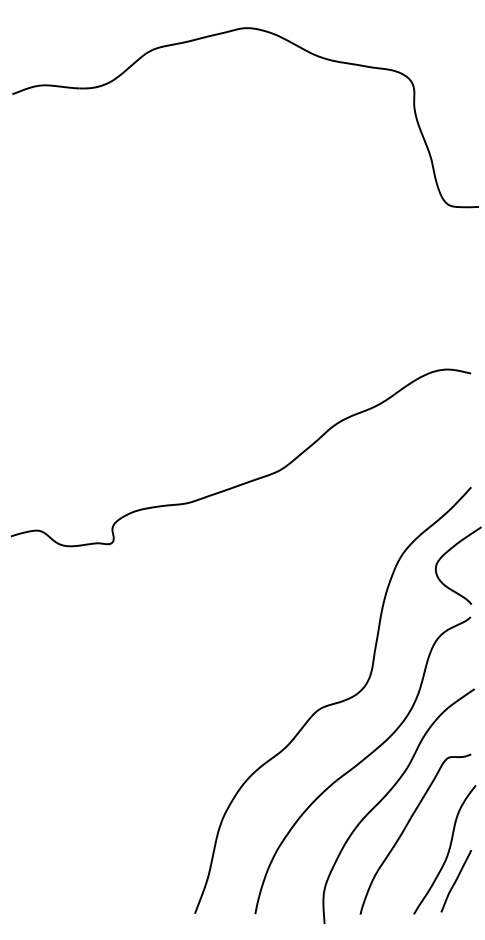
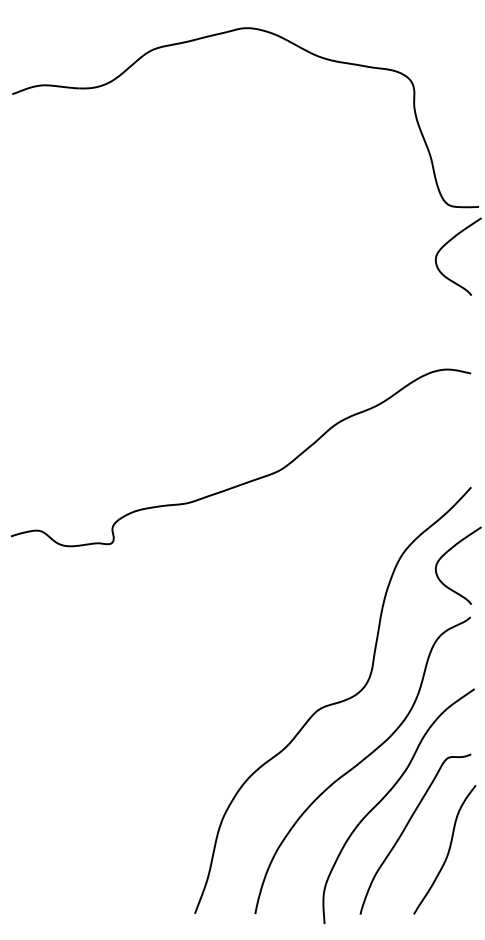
curve at (449, 242): none -> present
curve at (456, 880): present -> none
